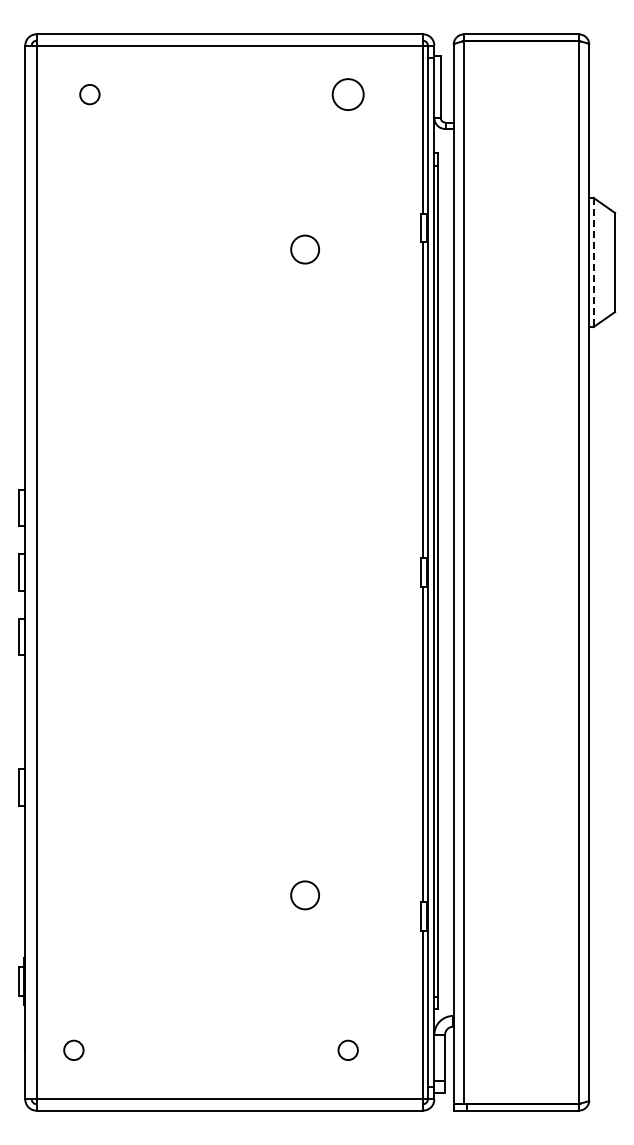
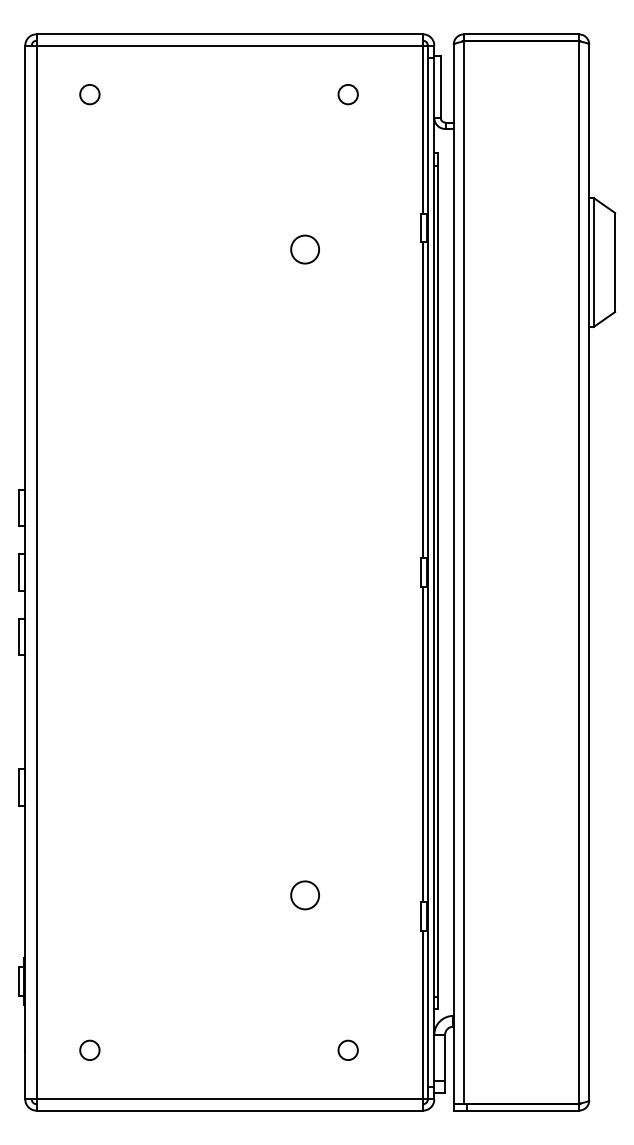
circle at (347, 94) diameter: 31 px -> 19 px
line at (593, 262): dashed -> solid
circle at (73, 1049) position: (73, 1049) -> (89, 1049)
